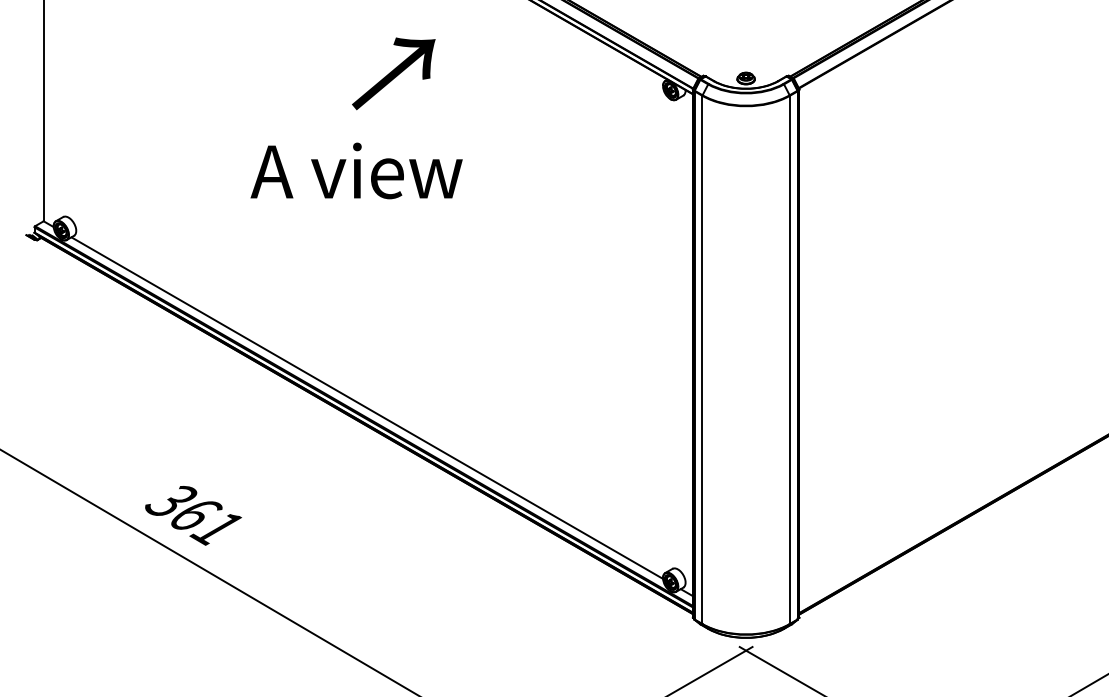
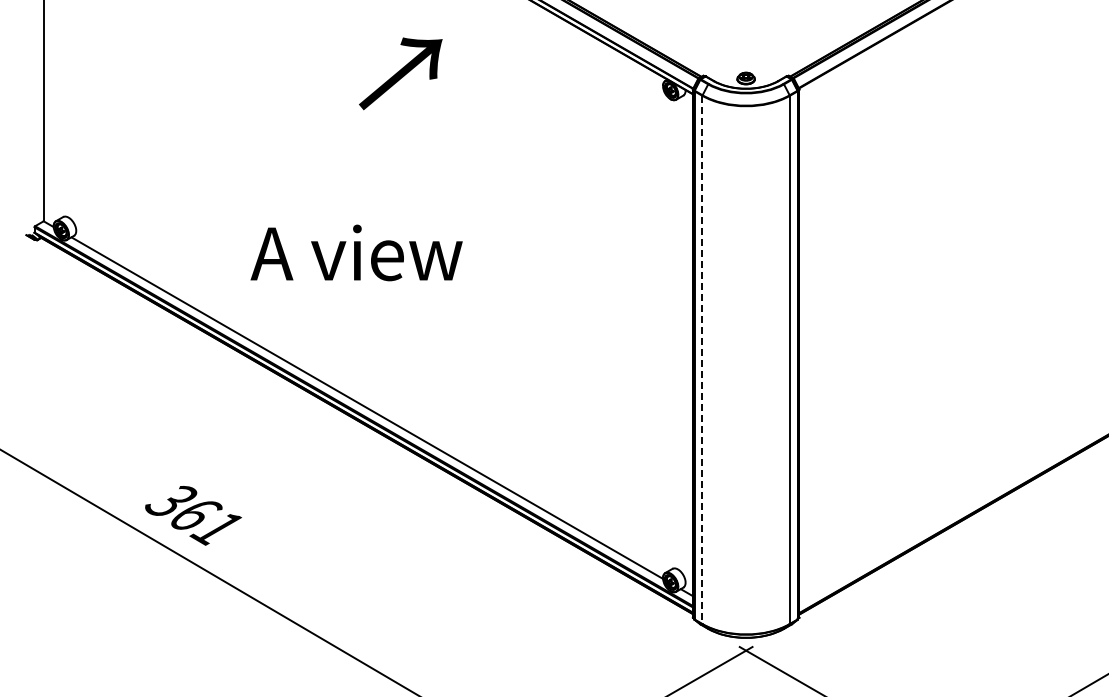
text at (393, 73) position: (393, 73) -> (400, 73)
text at (356, 170) position: (356, 170) -> (356, 252)
line at (702, 360): solid -> dashed
